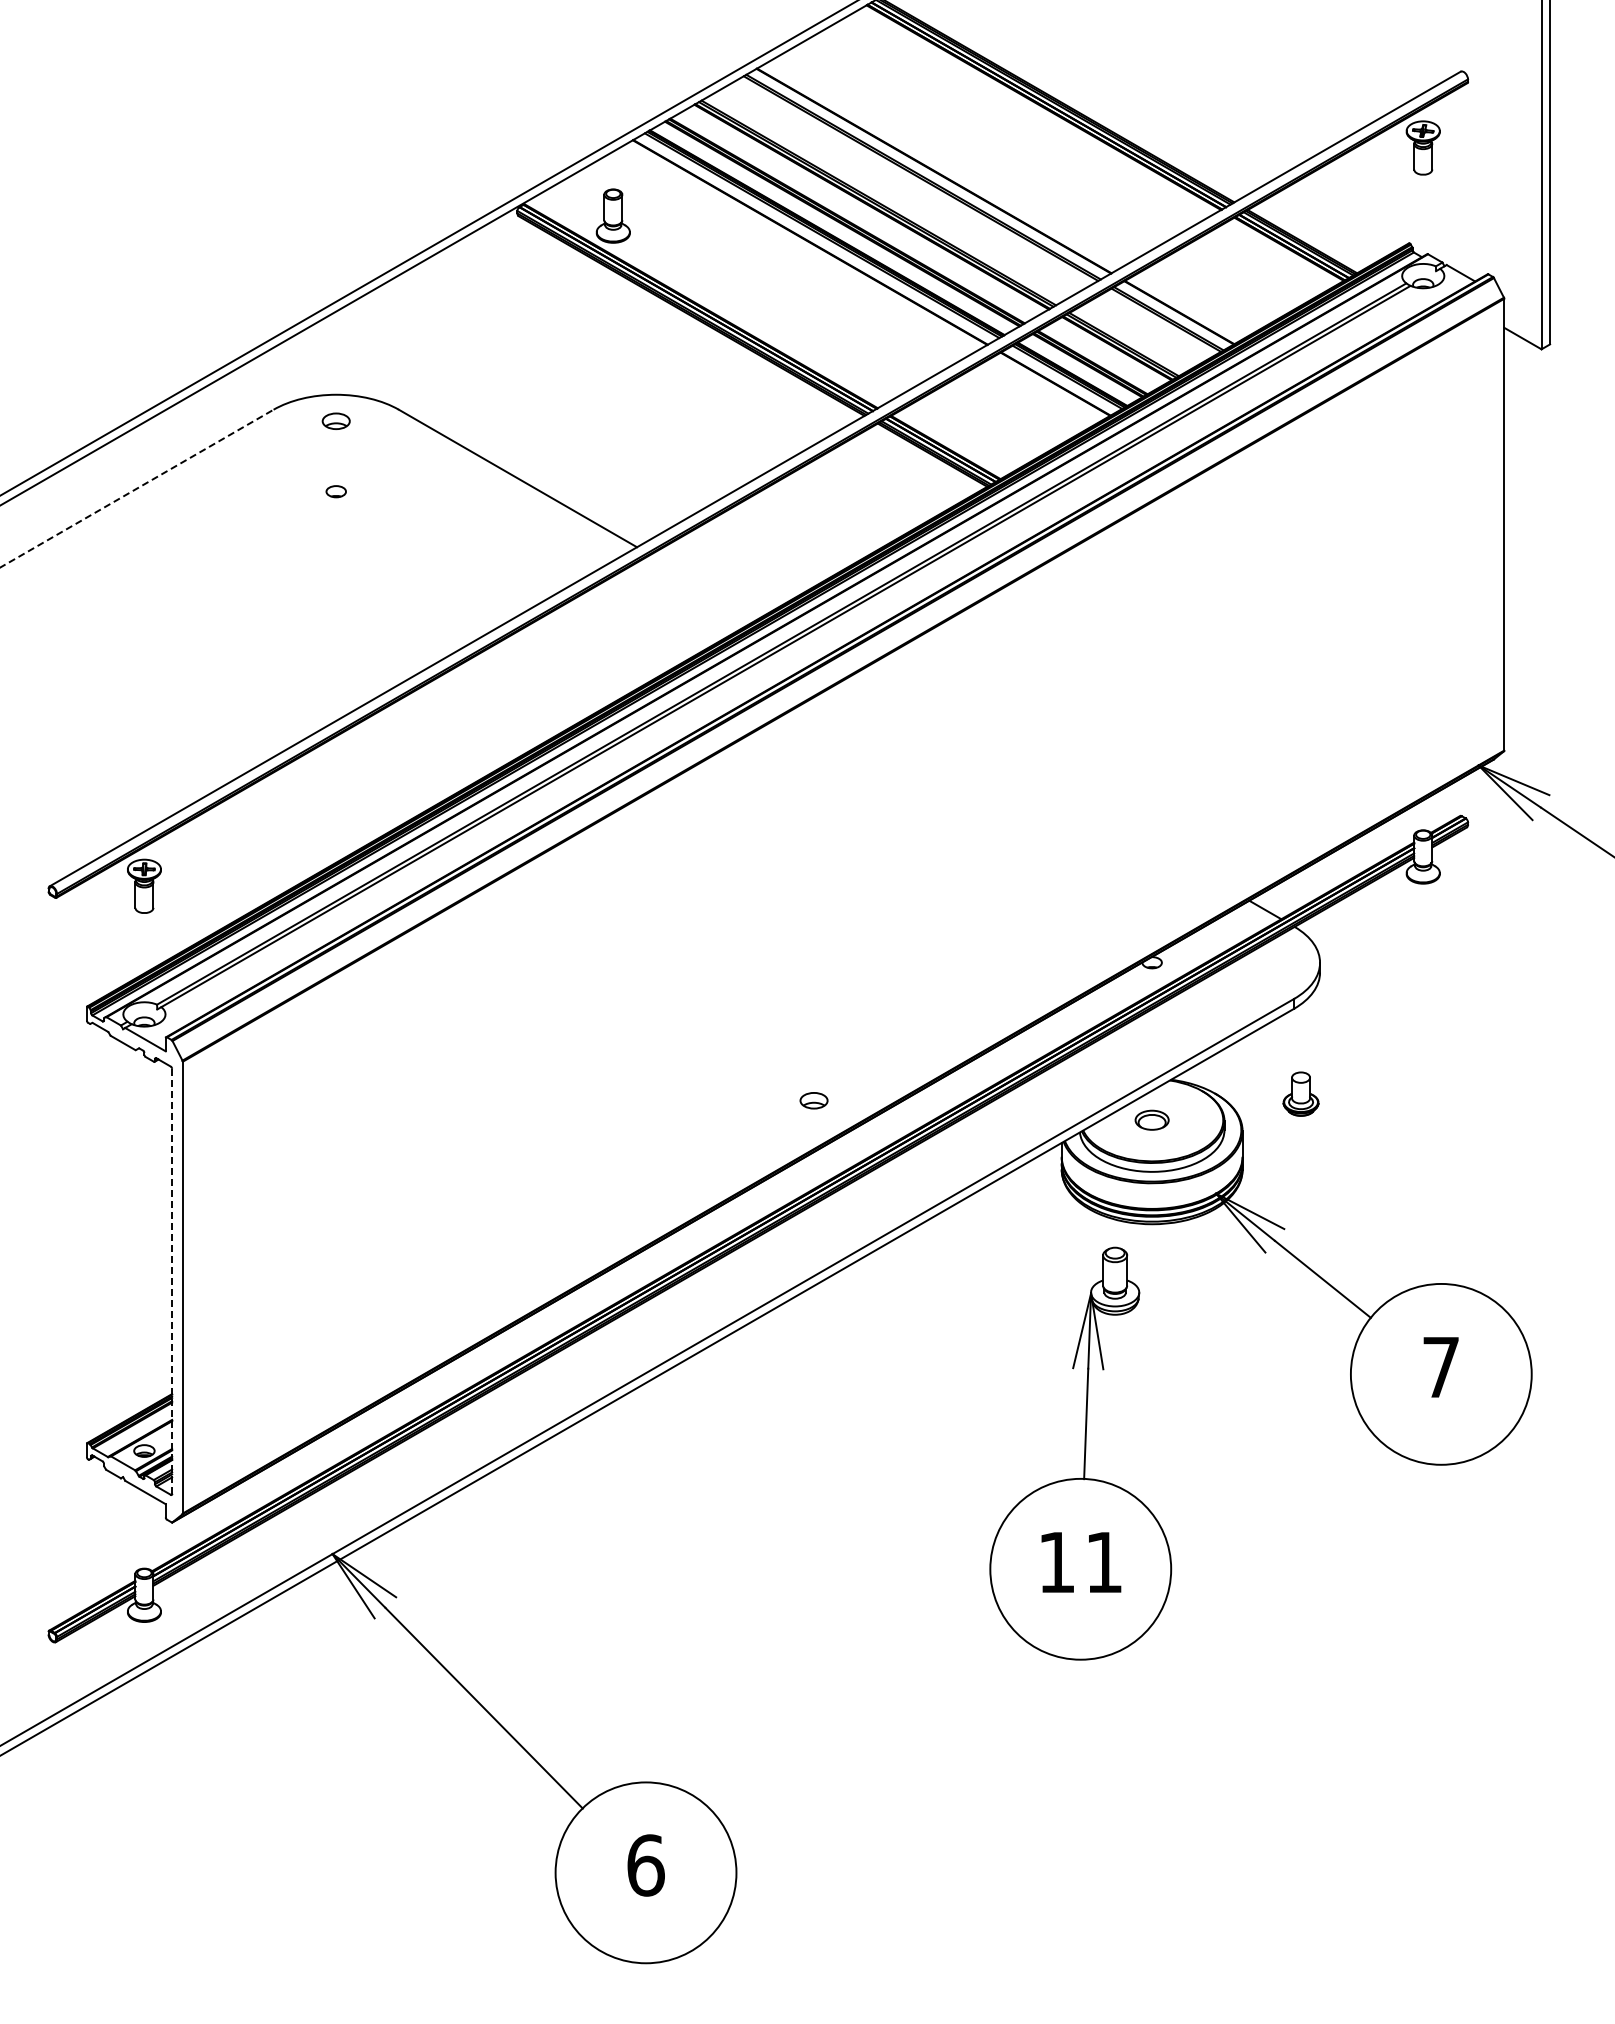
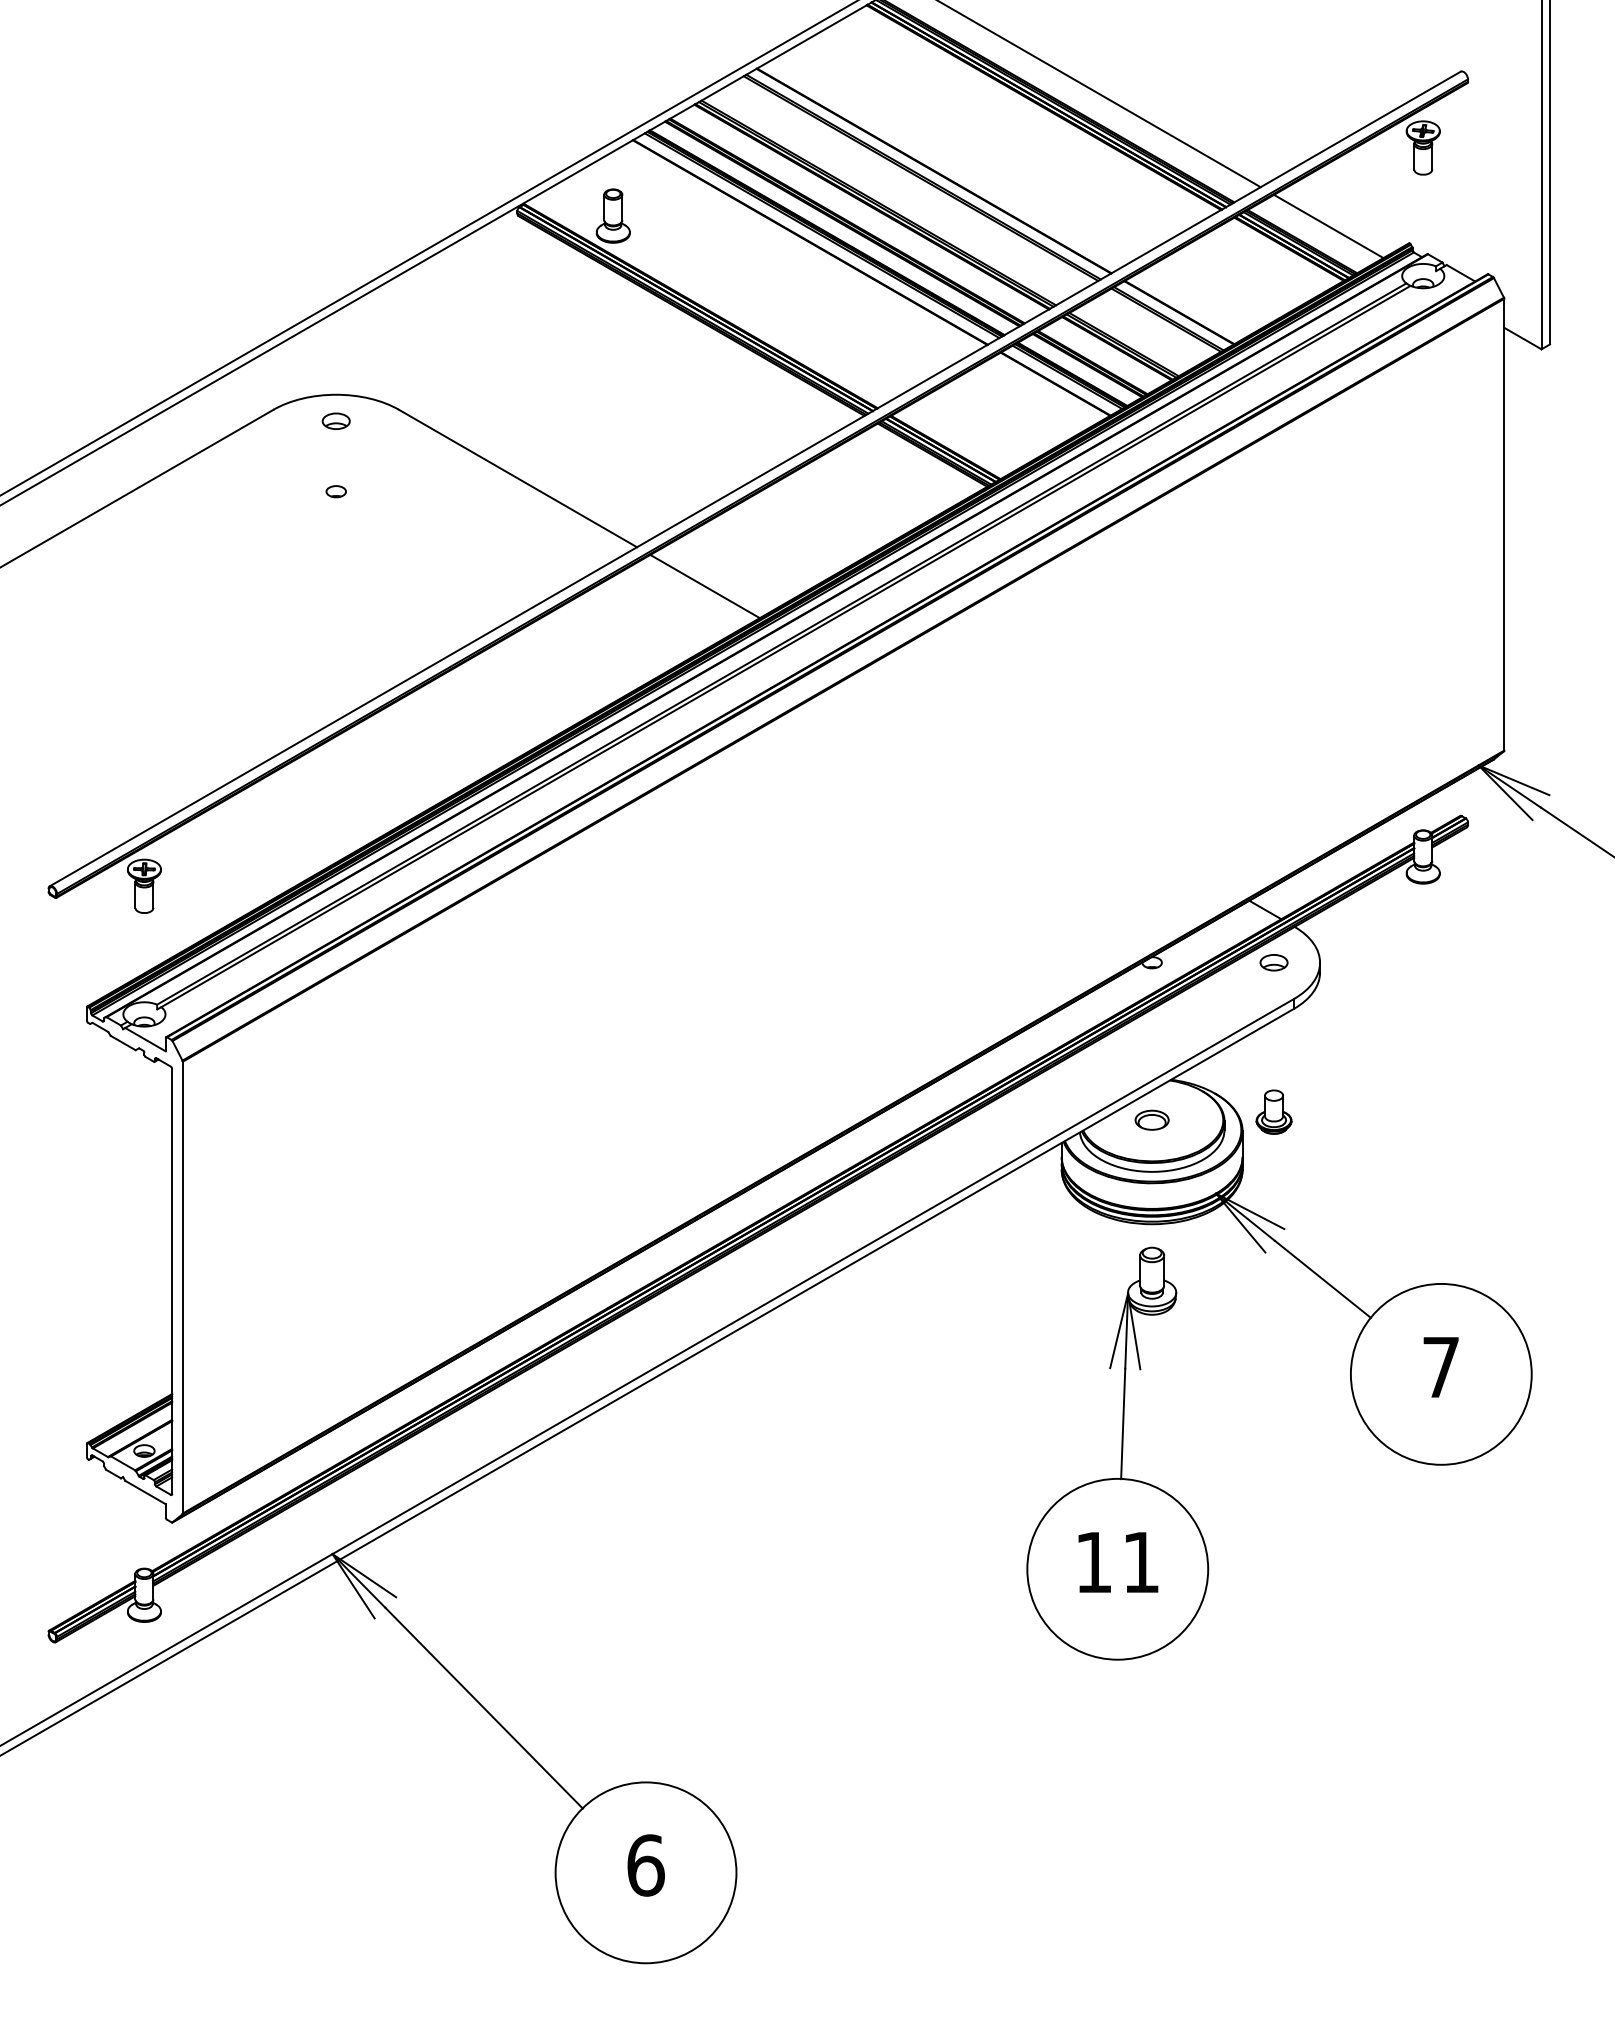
line at (1099, 94): none -> present
line at (1328, 226): none -> present
line at (136, 488): dashed -> solid
line at (704, 586): none -> present
part at (1300, 1093) position: (1300, 1093) -> (1273, 1111)
part at (813, 1100) position: (813, 1100) -> (1273, 962)
line at (172, 1281): dashed -> solid
part at (1080, 1453) position: (1080, 1453) -> (1117, 1453)
